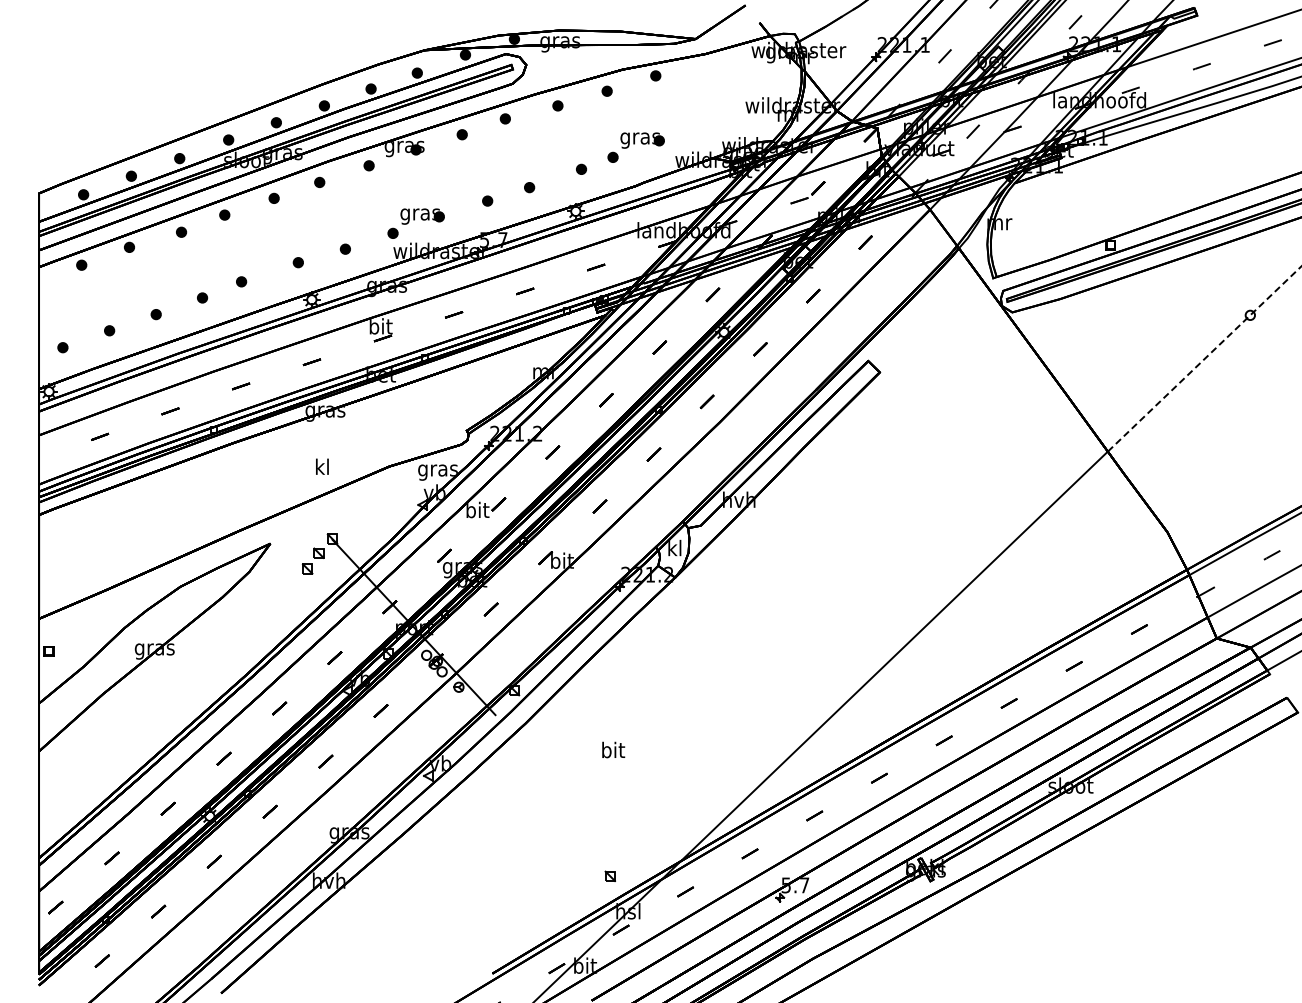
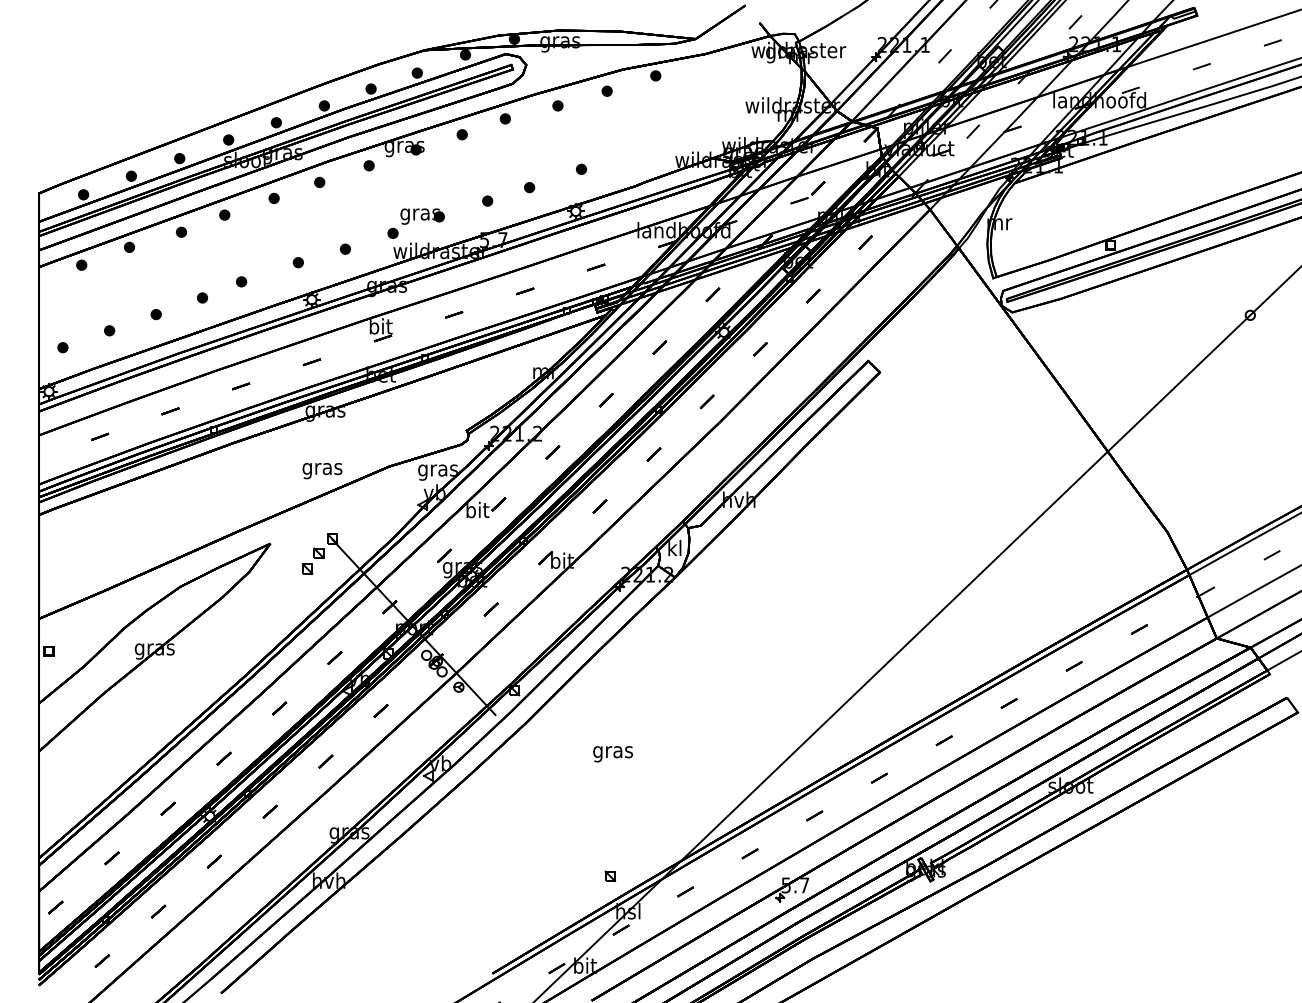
part at (635, 147): present -> none
line at (1204, 358): dashed -> solid
text at (322, 468): kl -> gras
text at (612, 751): bit -> gras
